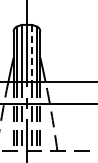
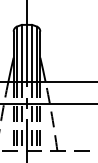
line at (32, 53): dashed -> solid
